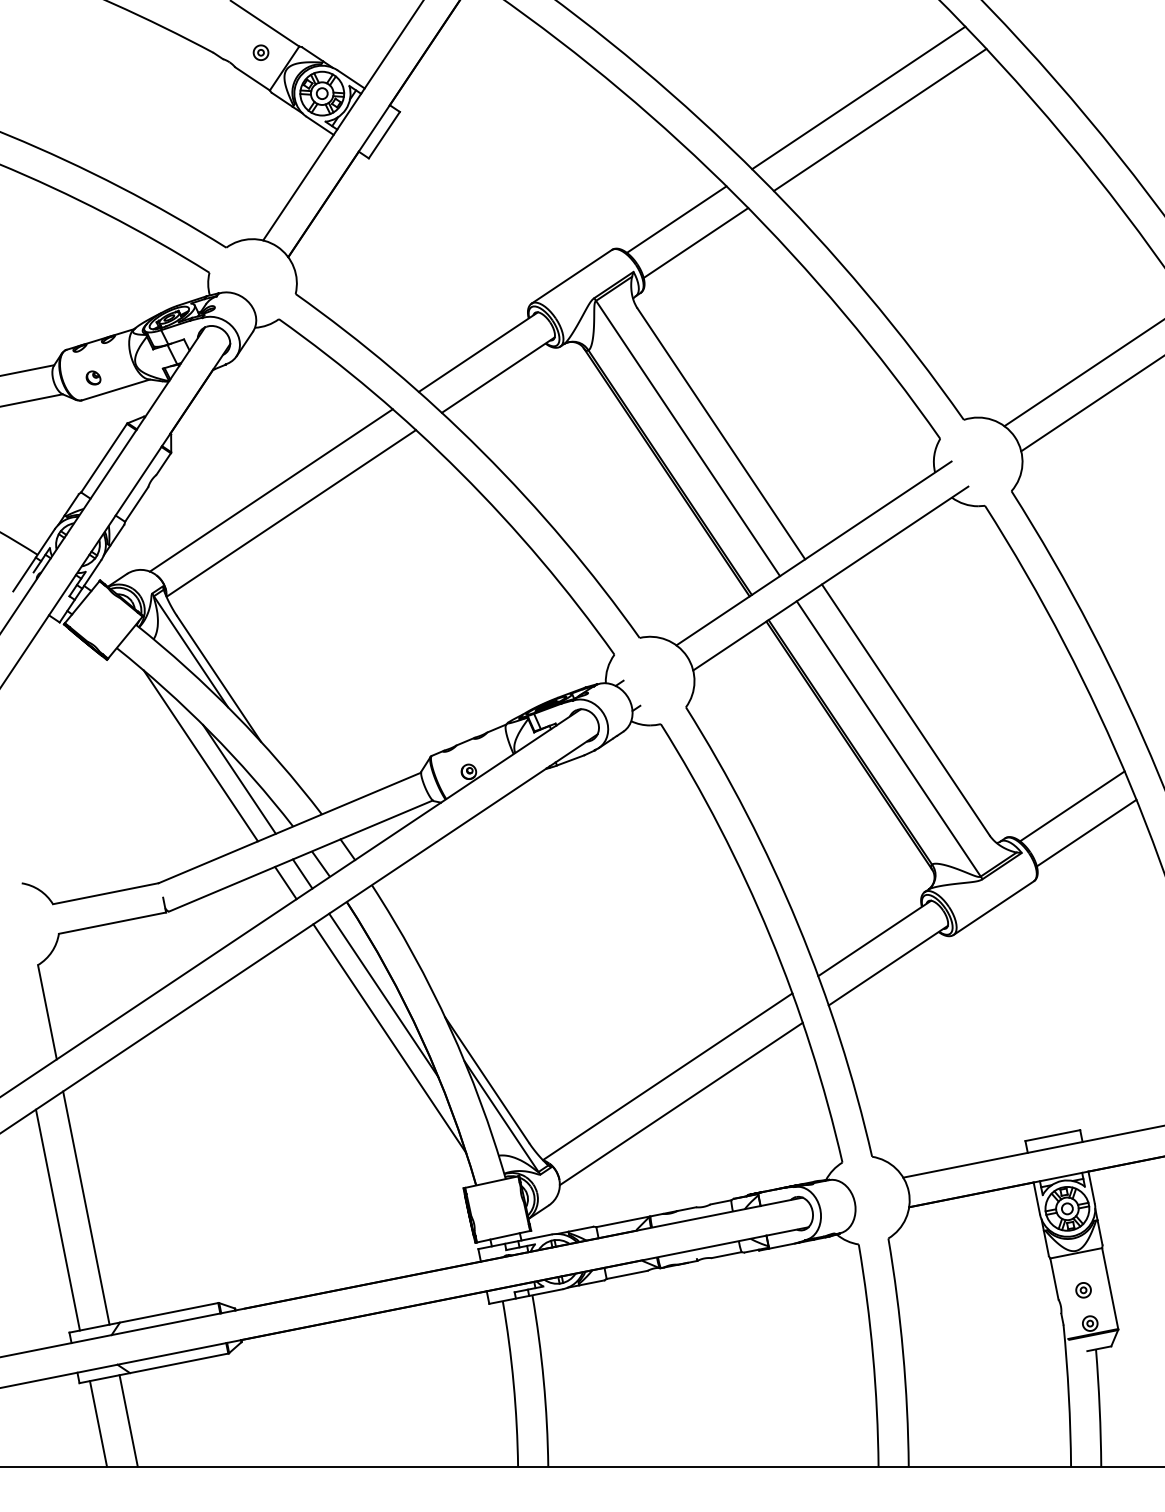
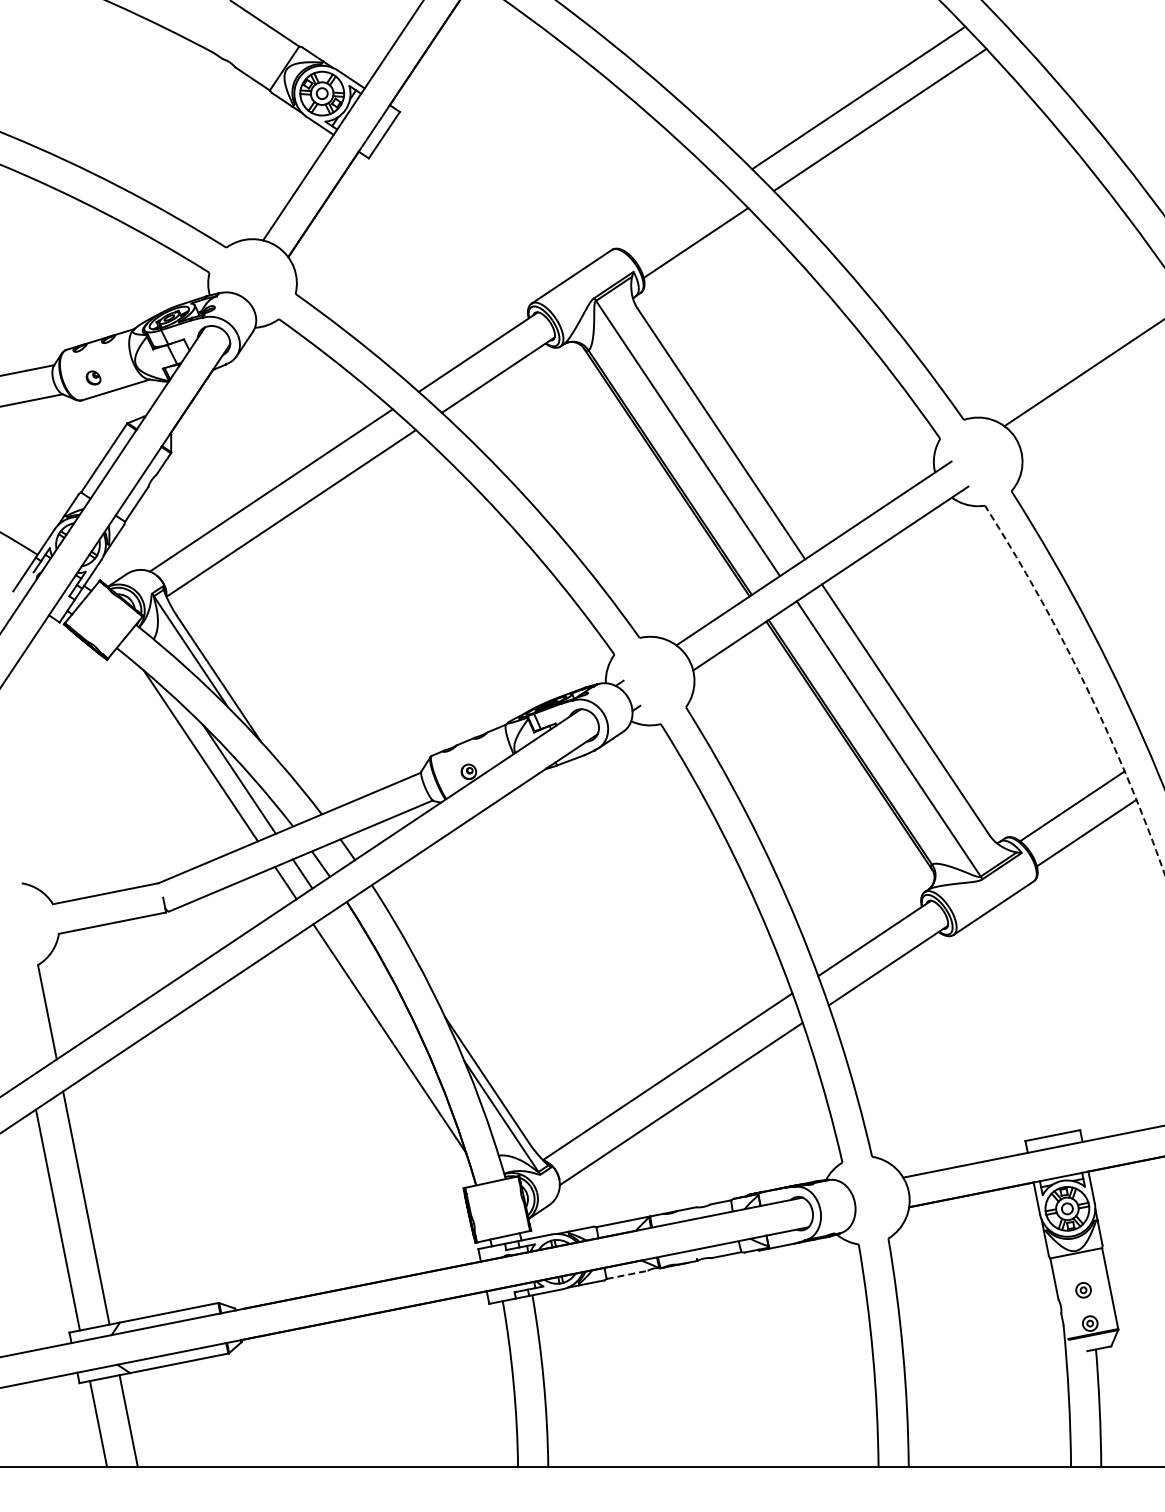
part at (260, 52): present -> none
line at (676, 219): present -> none
line at (1091, 404): present -> none
arc at (1085, 685): solid -> dashed
line at (383, 995): present -> none
line at (627, 1274): solid -> dashed
